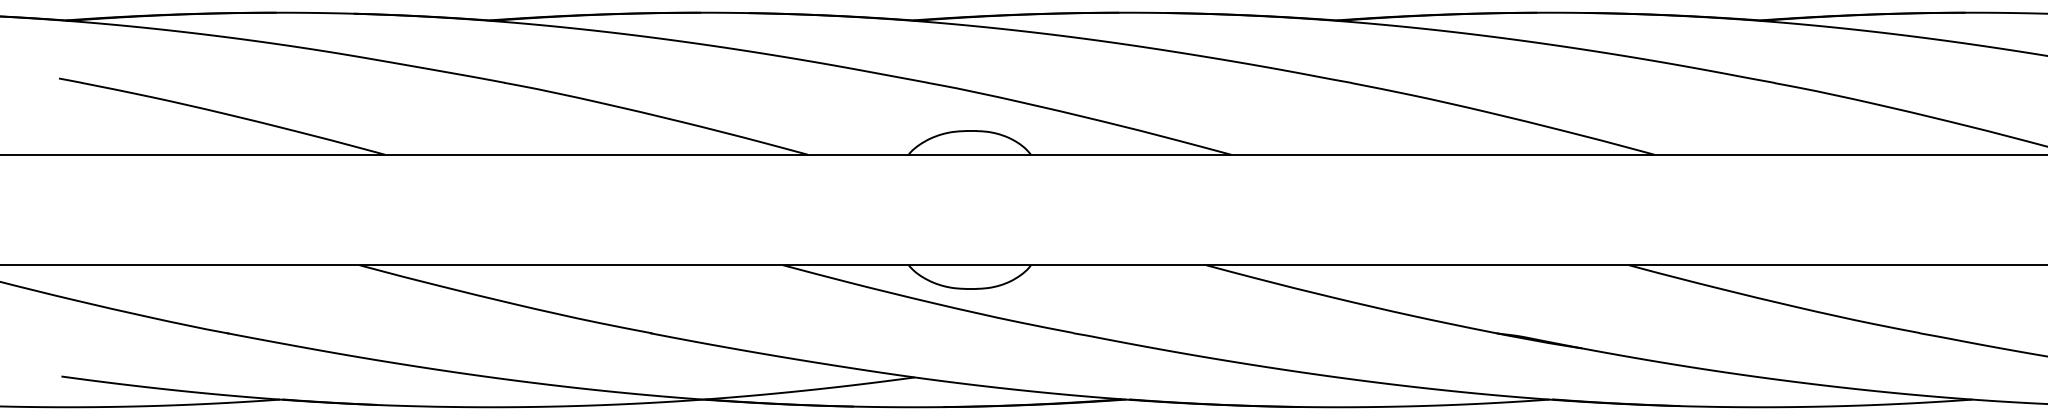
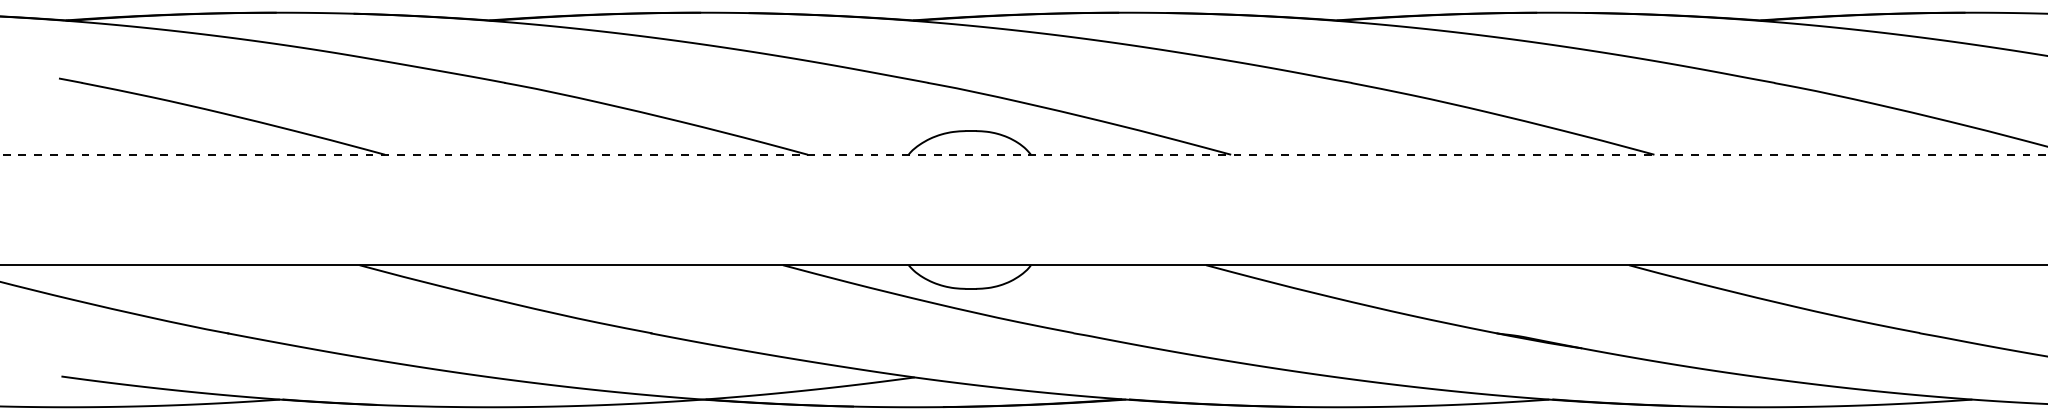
line at (1024, 154): solid -> dashed
